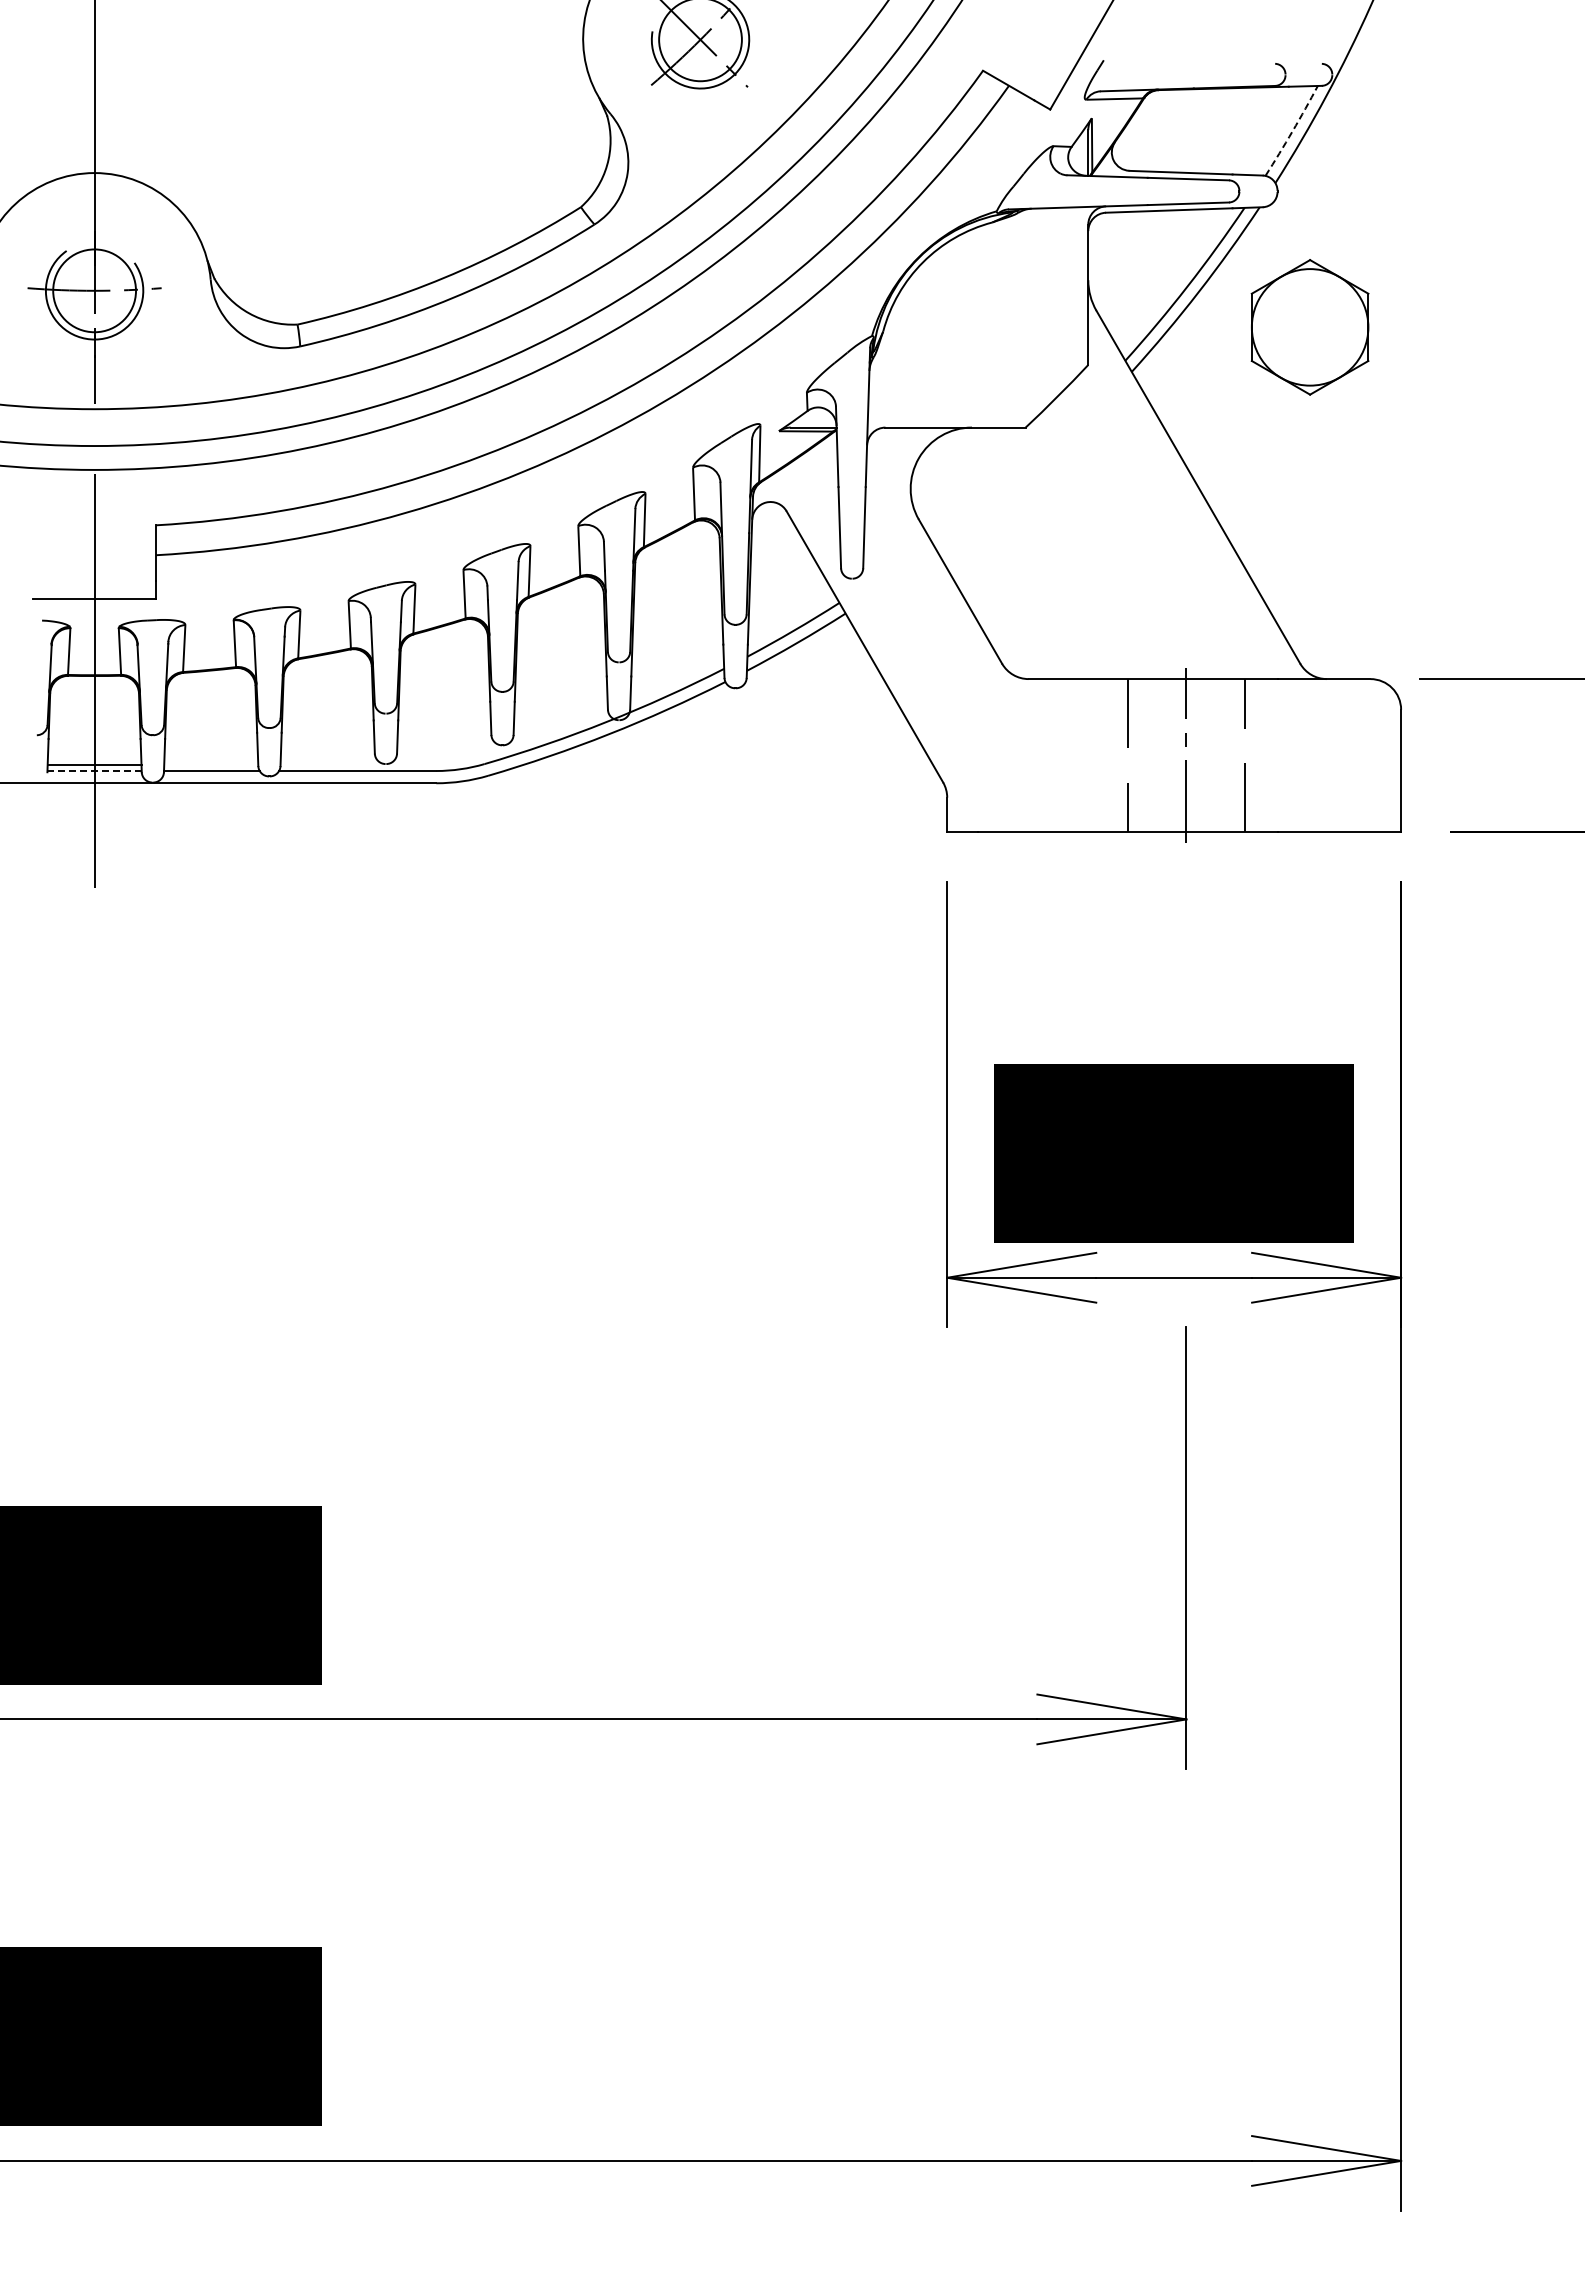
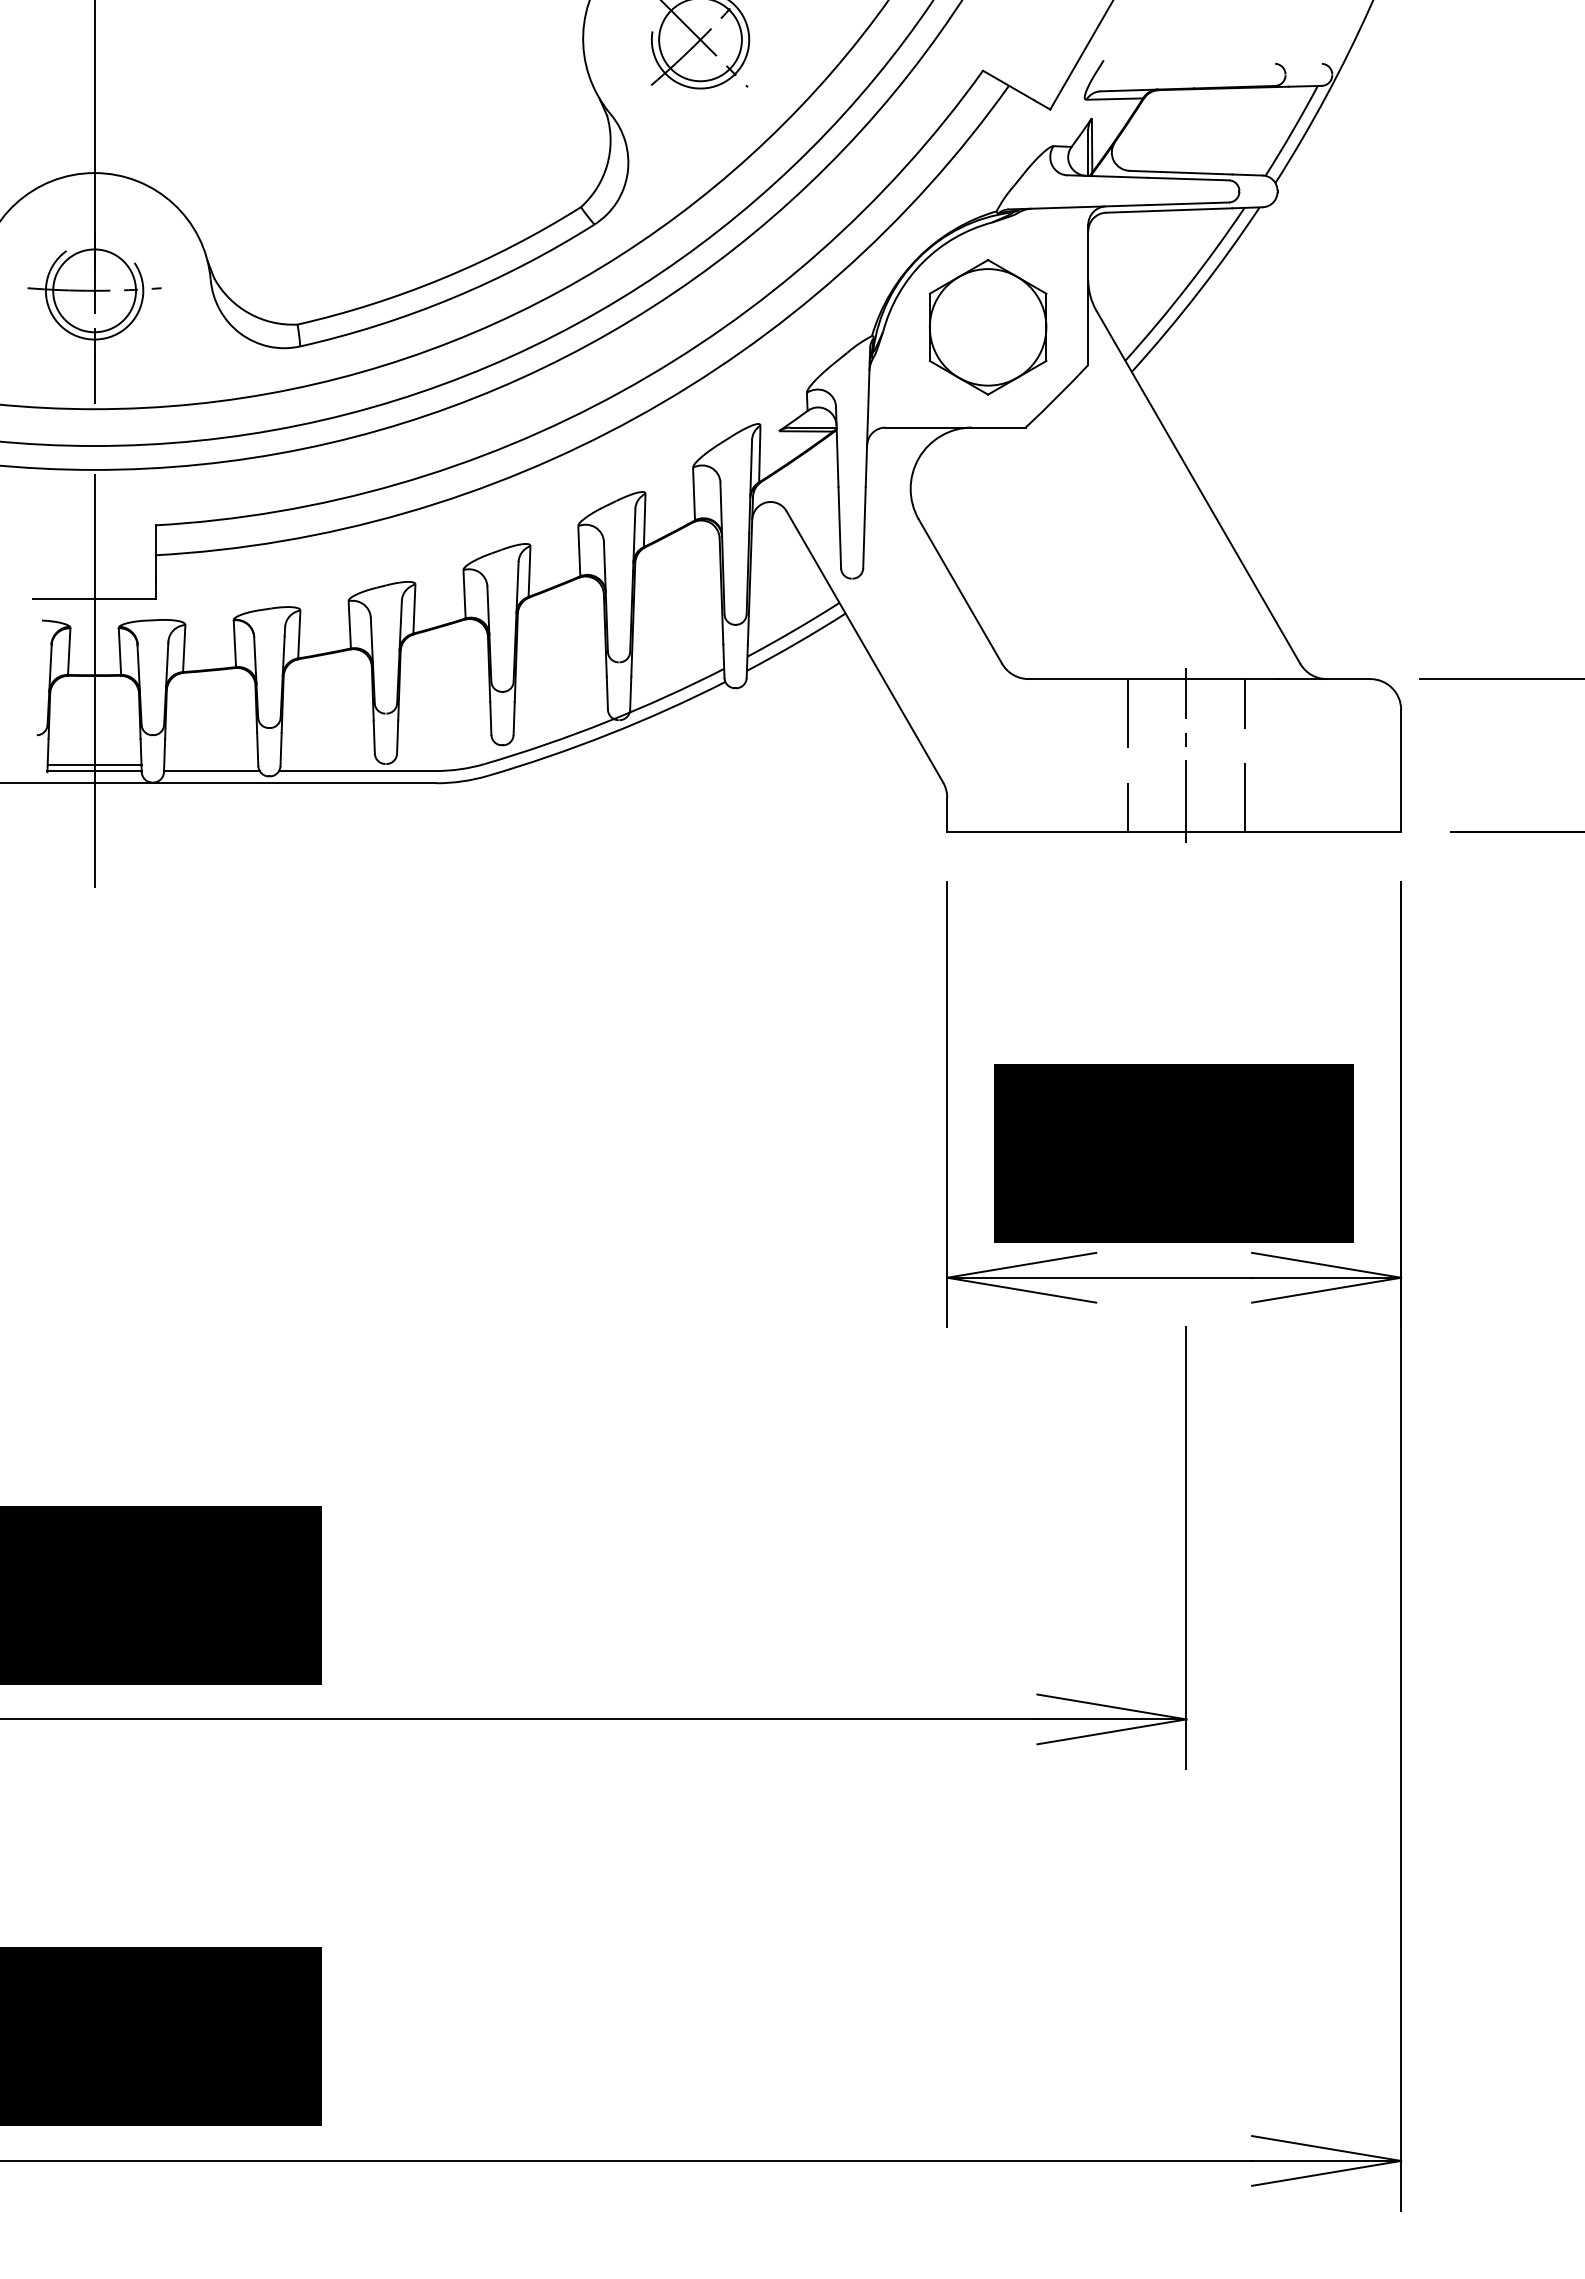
arc at (1292, 131): dashed -> solid
part at (1309, 327) position: (1309, 327) -> (987, 327)
line at (95, 771): dashed -> solid
